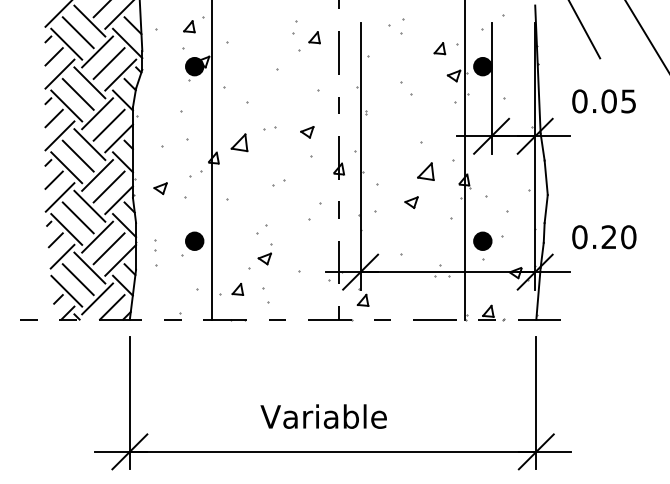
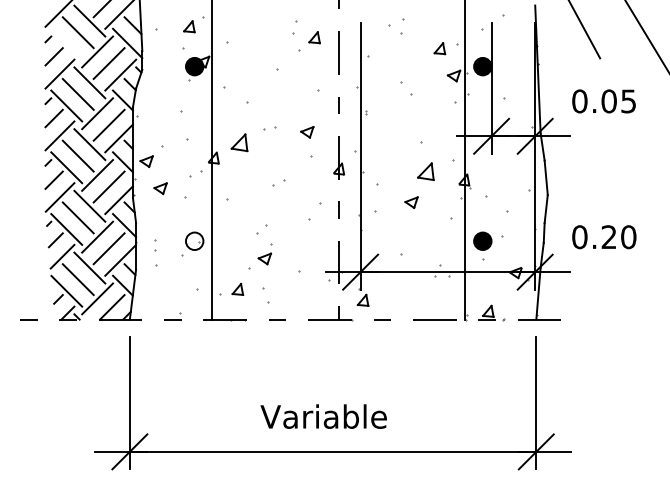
line at (66, 43): present -> none
part at (146, 161): none -> present
fill at (194, 241): present -> none
